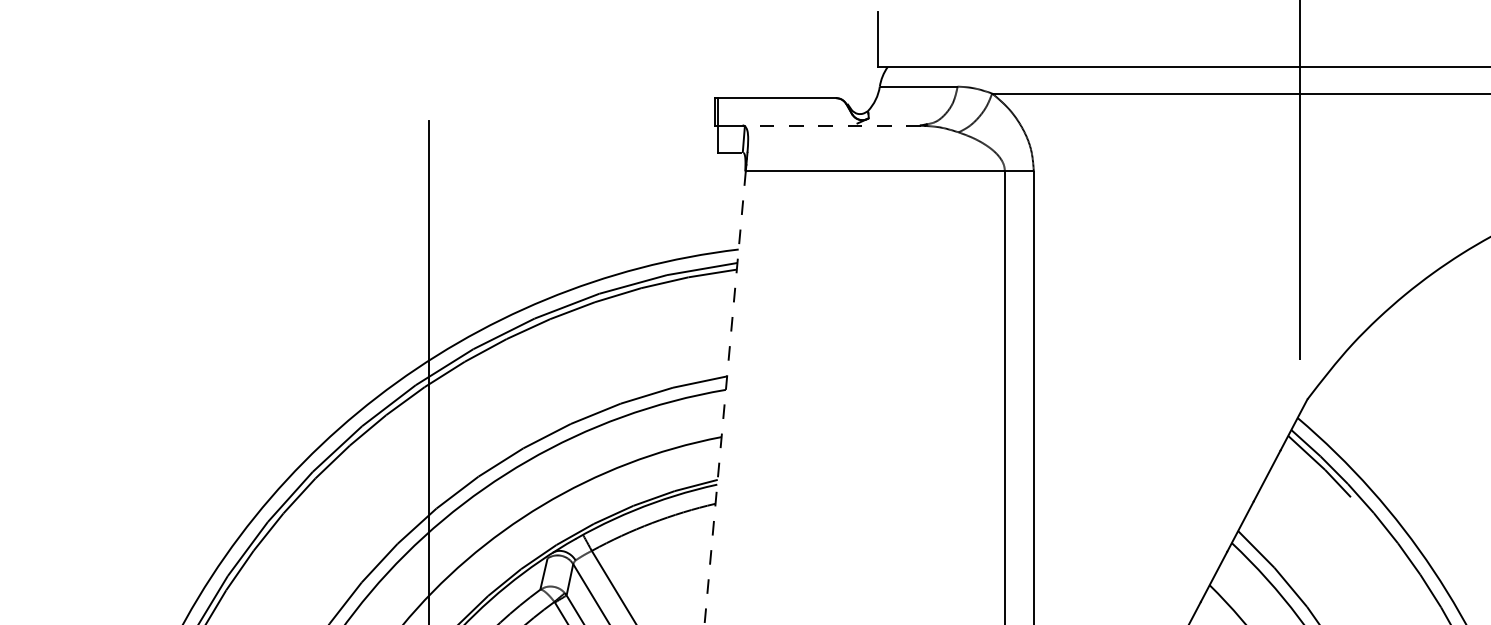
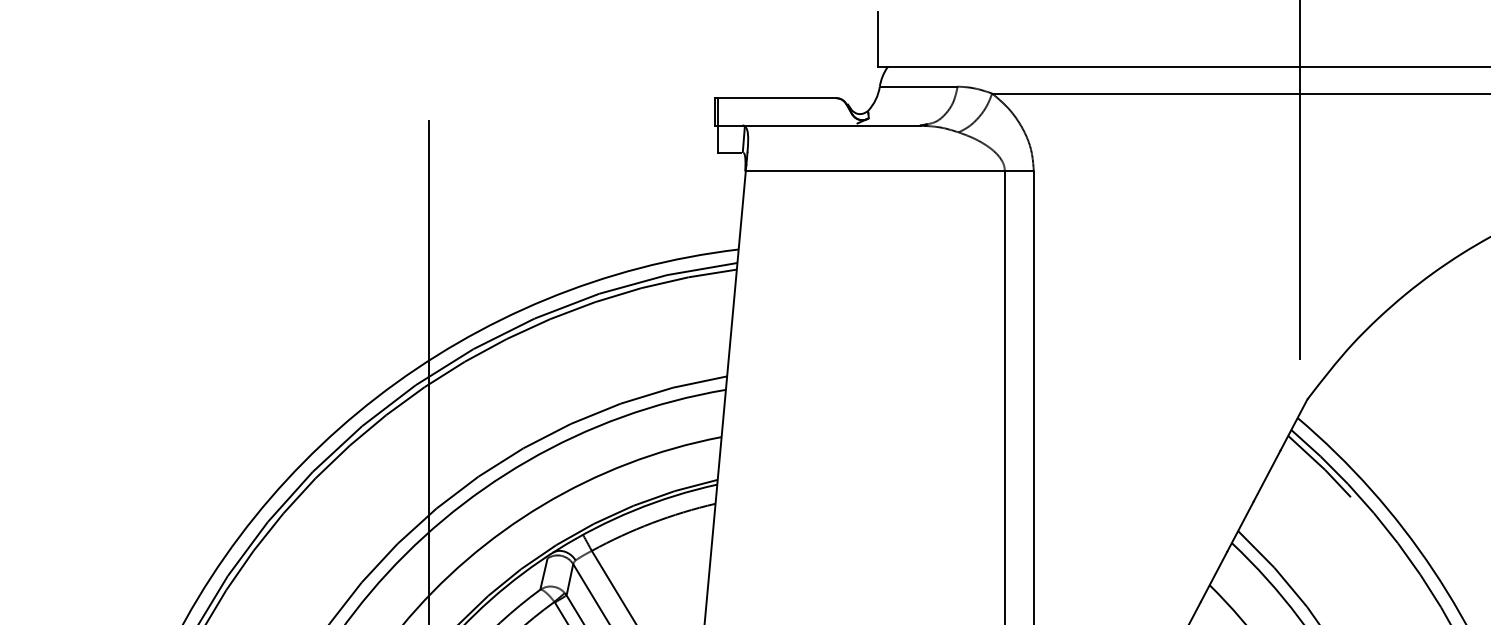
line at (832, 125): dashed -> solid
line at (725, 398): dashed -> solid
